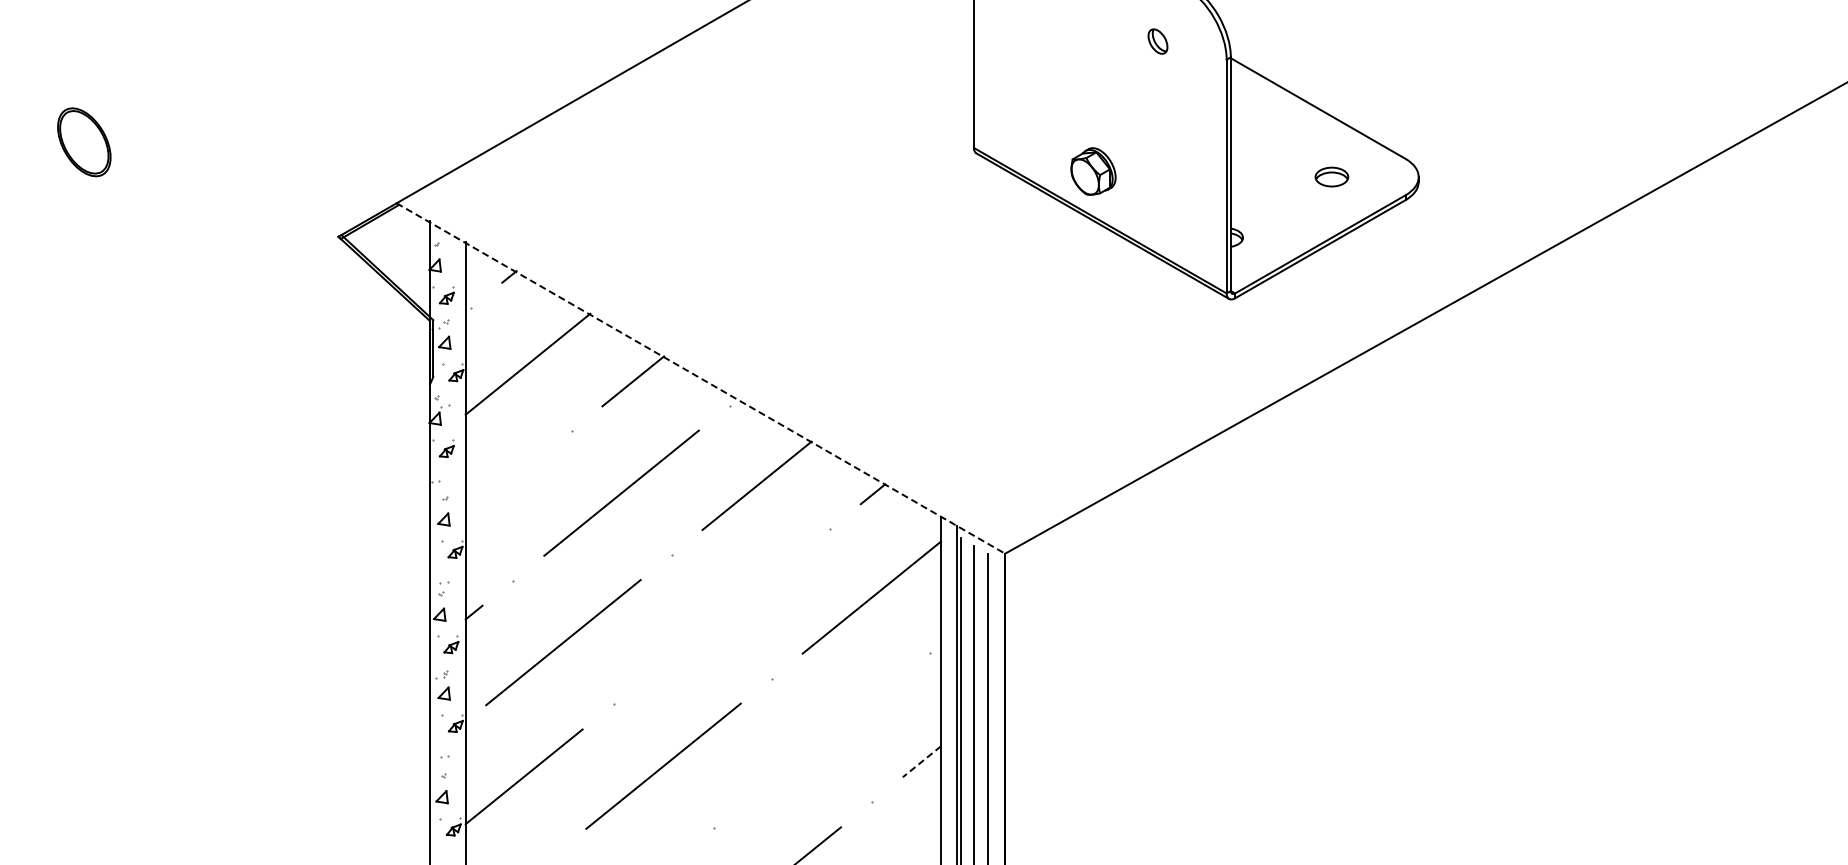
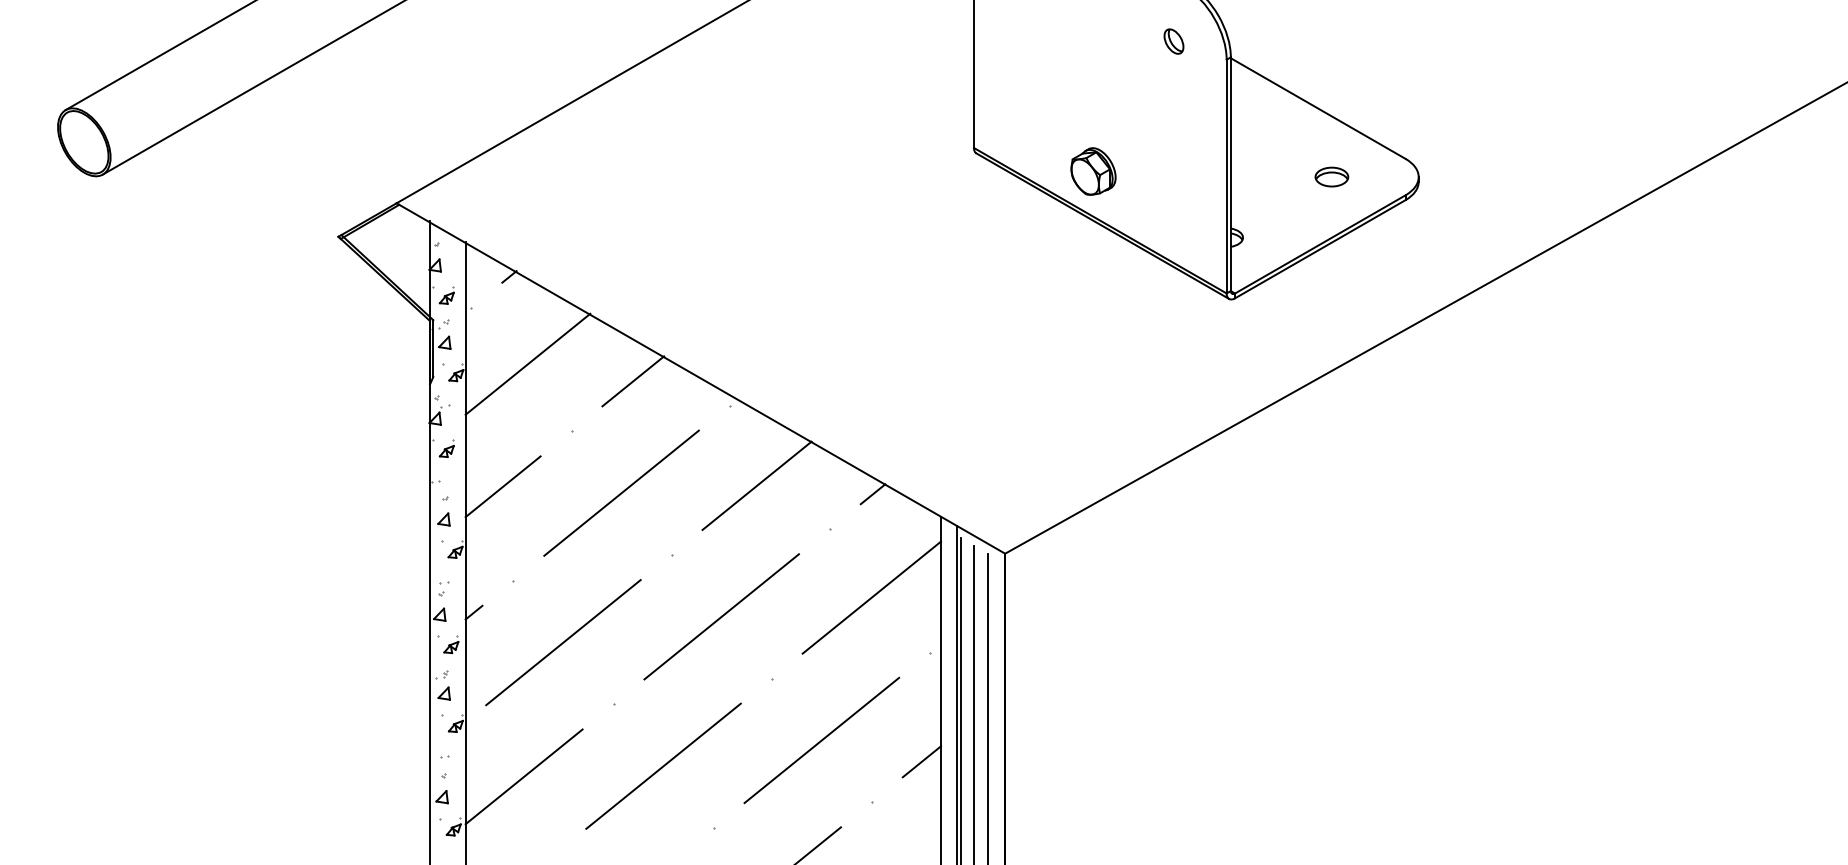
part at (1157, 41) position: (1157, 41) -> (1173, 41)
line at (158, 56): none -> present
line at (251, 88): none -> present
line at (701, 378): dashed -> solid
line at (502, 486): none -> present
line at (721, 616): none -> present
line at (821, 740): none -> present
line at (921, 761): dashed -> solid
